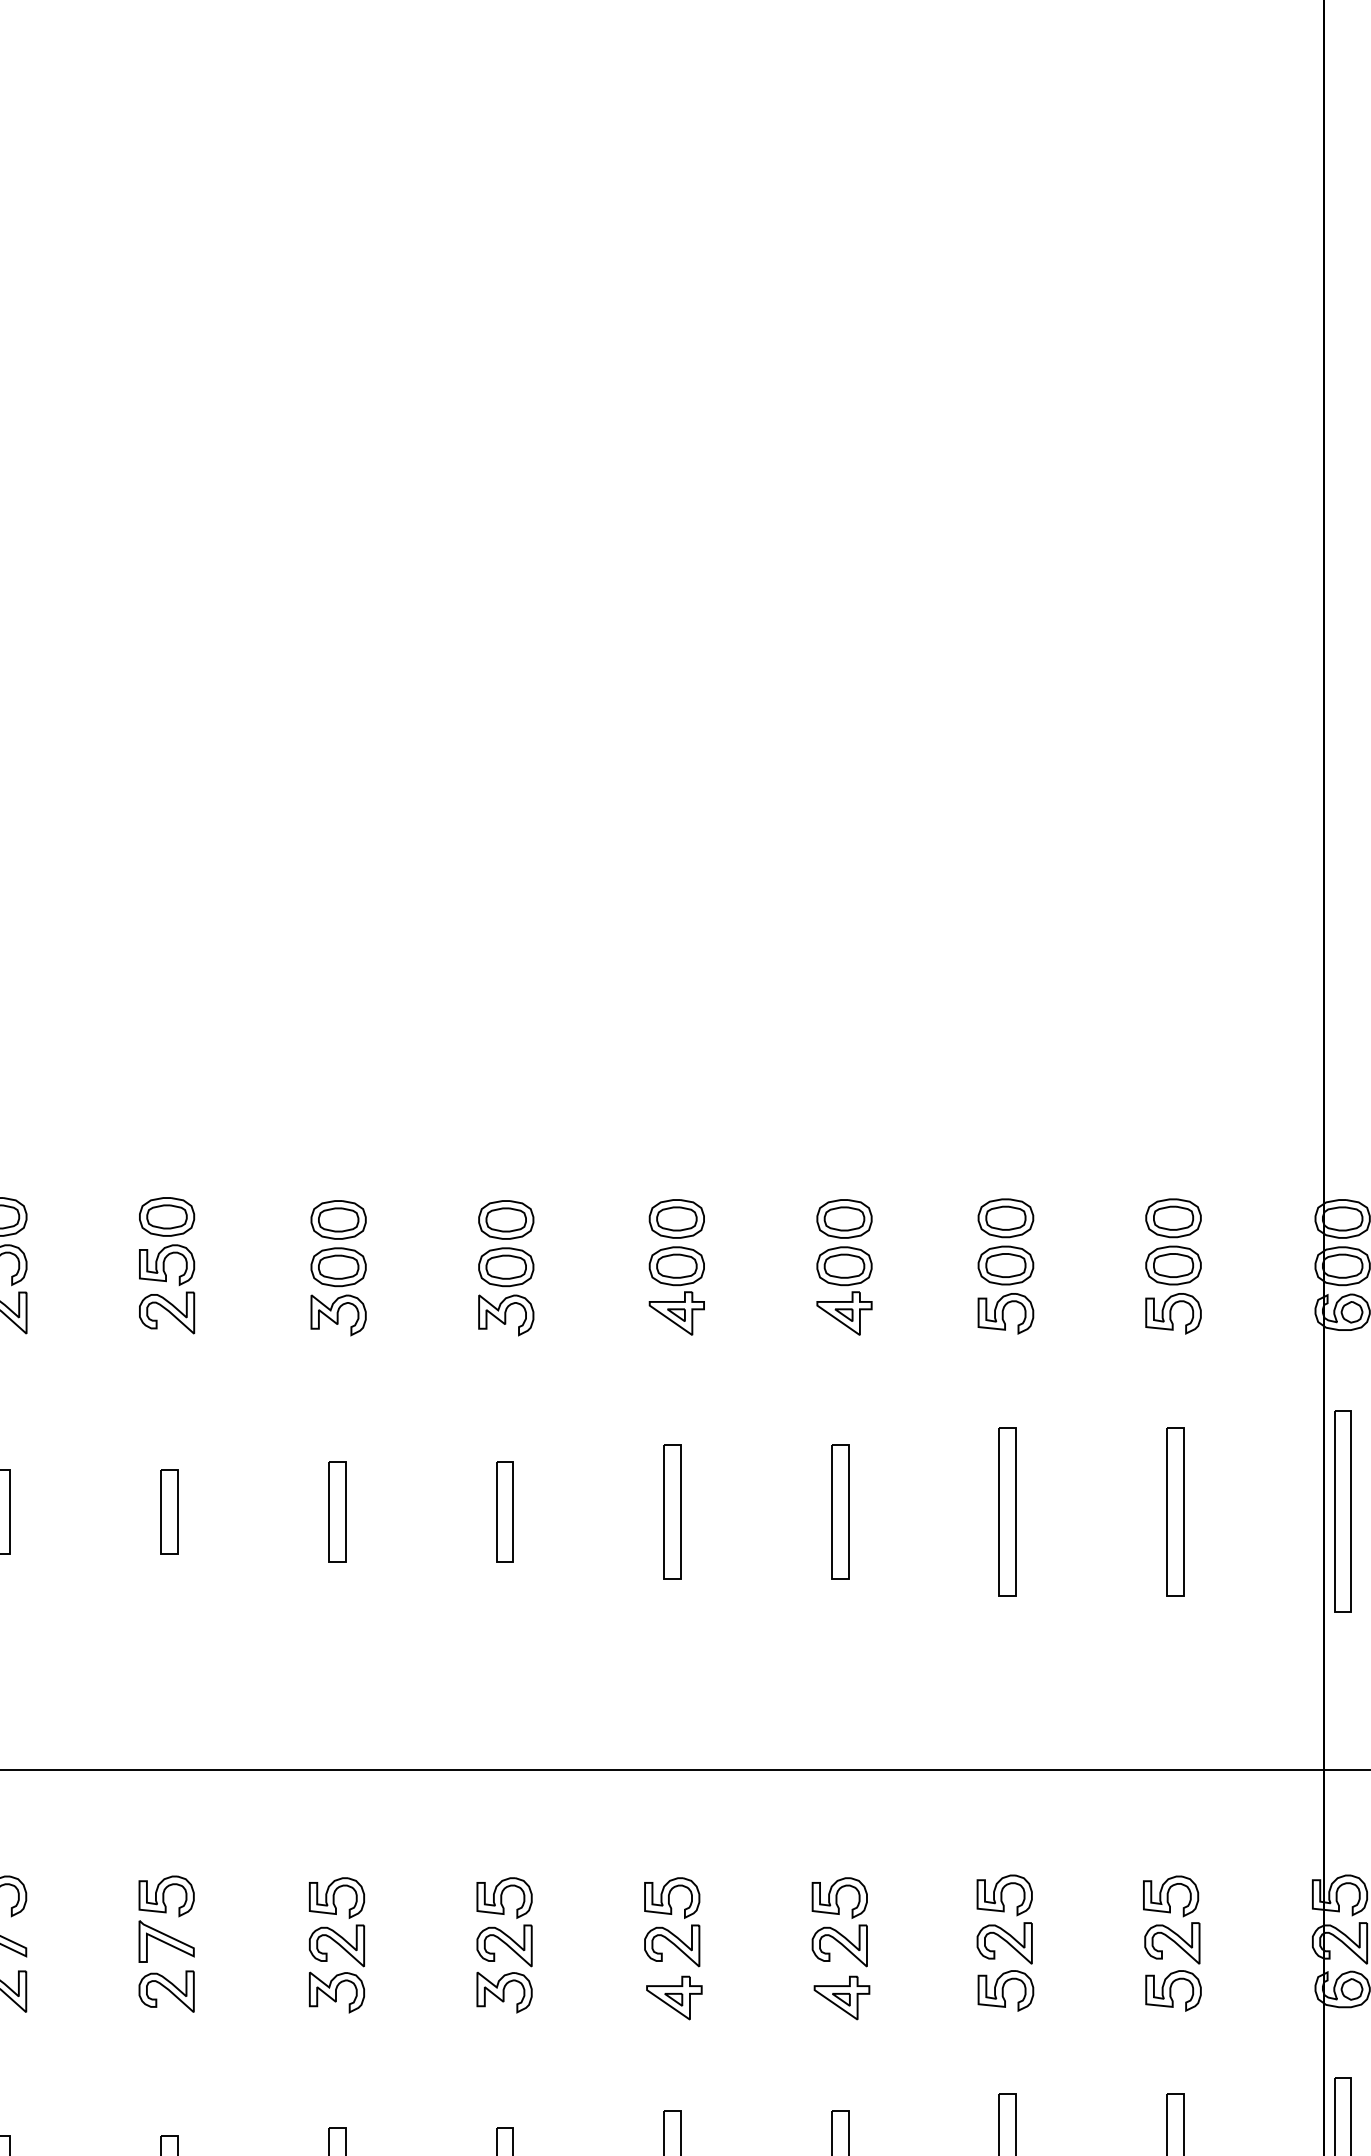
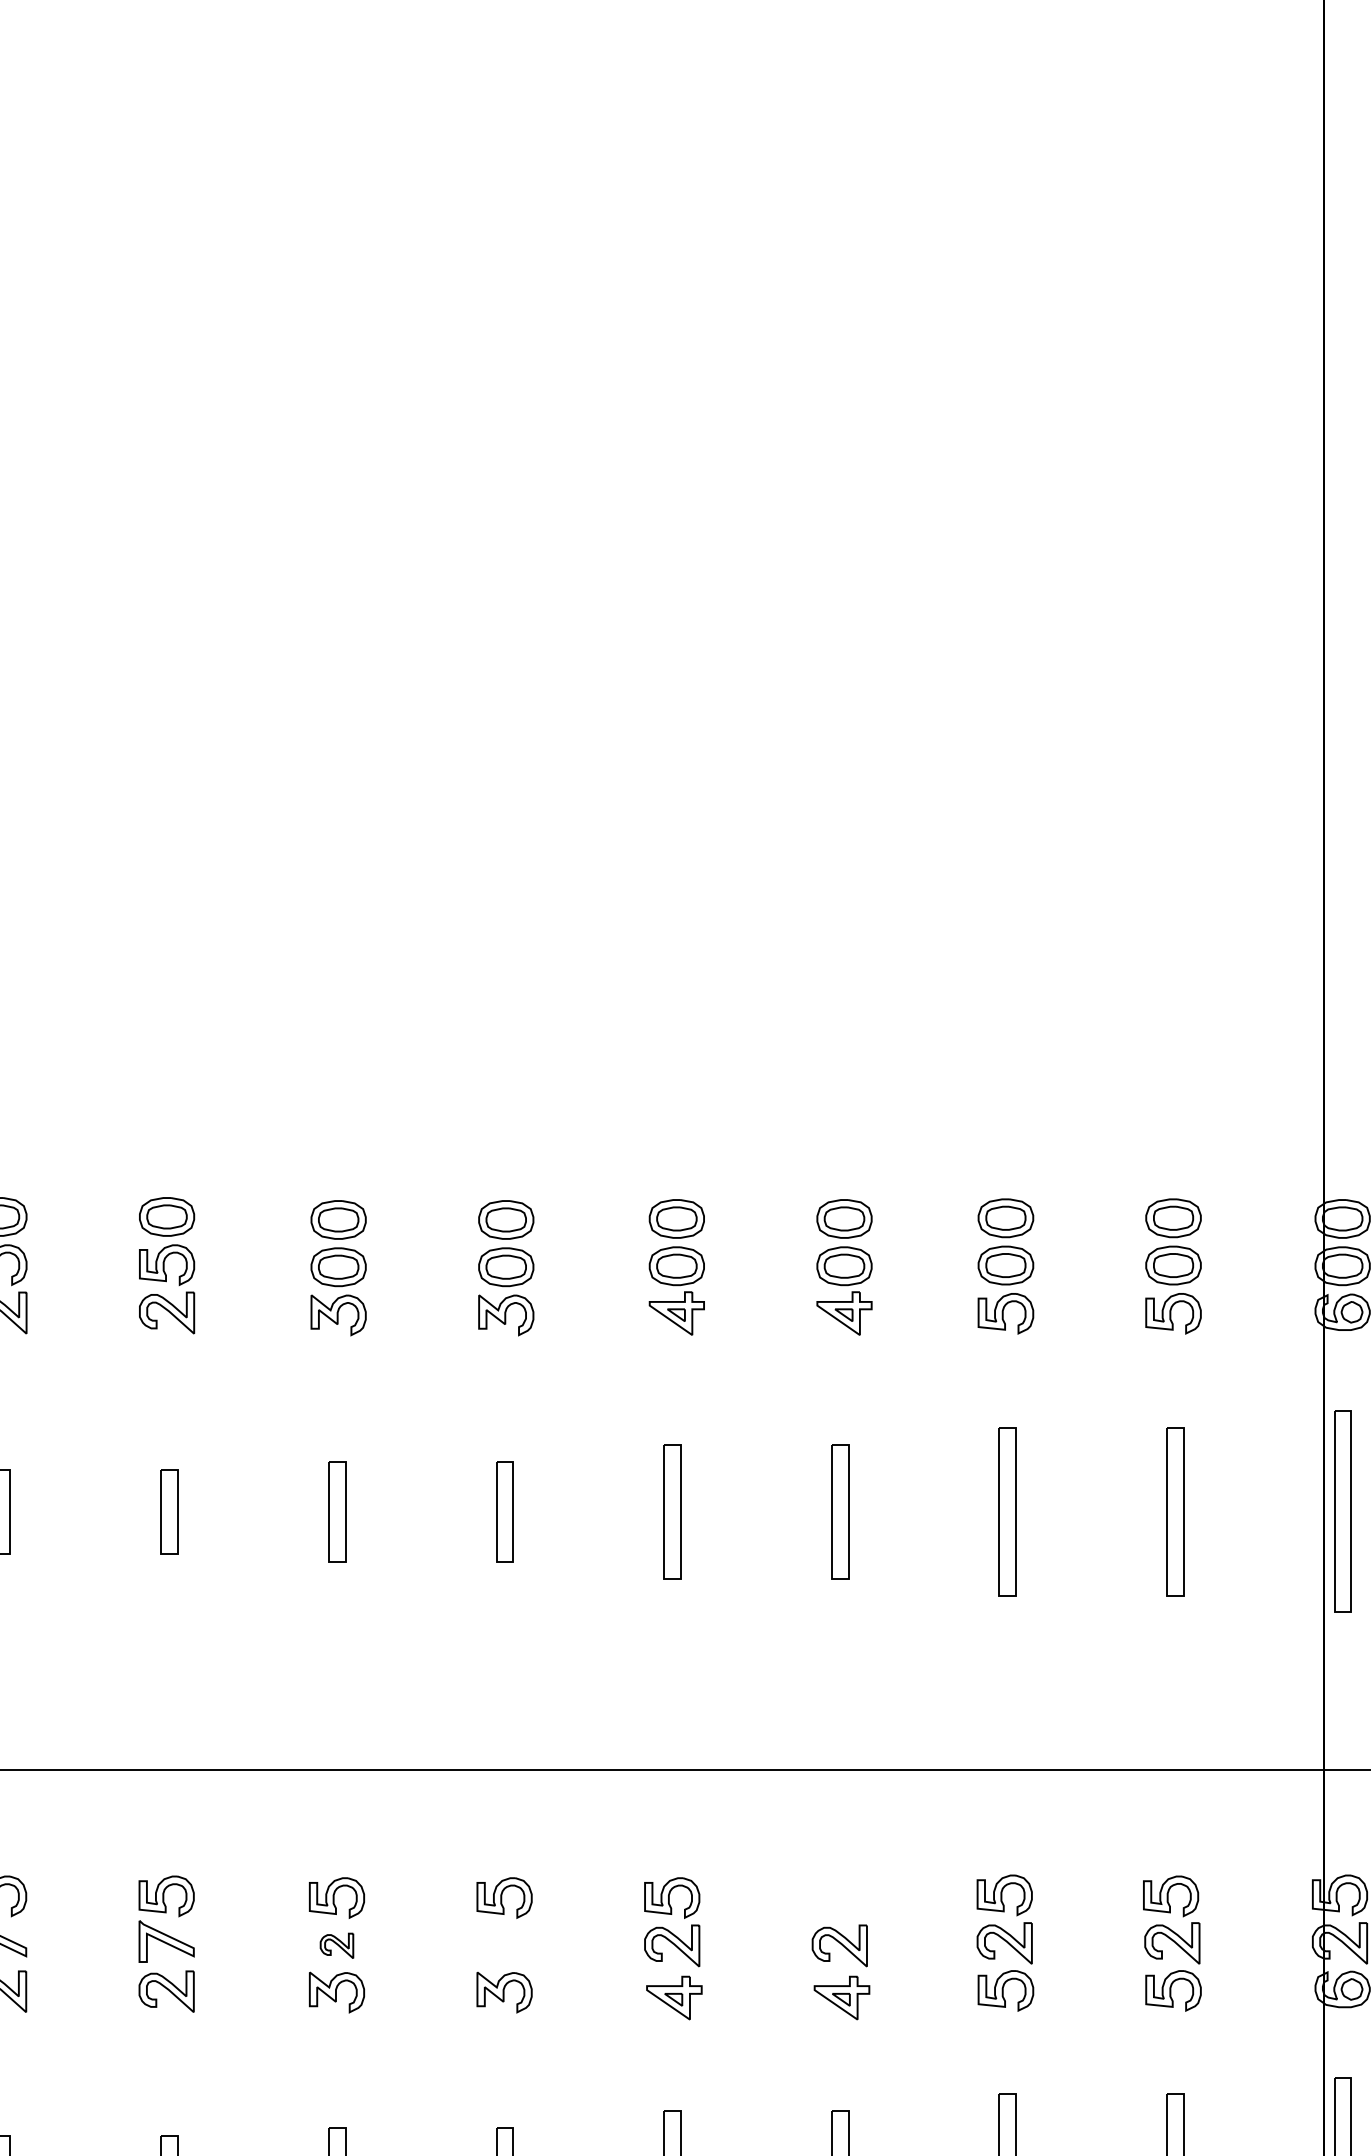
part at (839, 1897): present -> none
part at (336, 1945) size: 56x44 px -> 36x27 px
part at (504, 1945): present -> none
